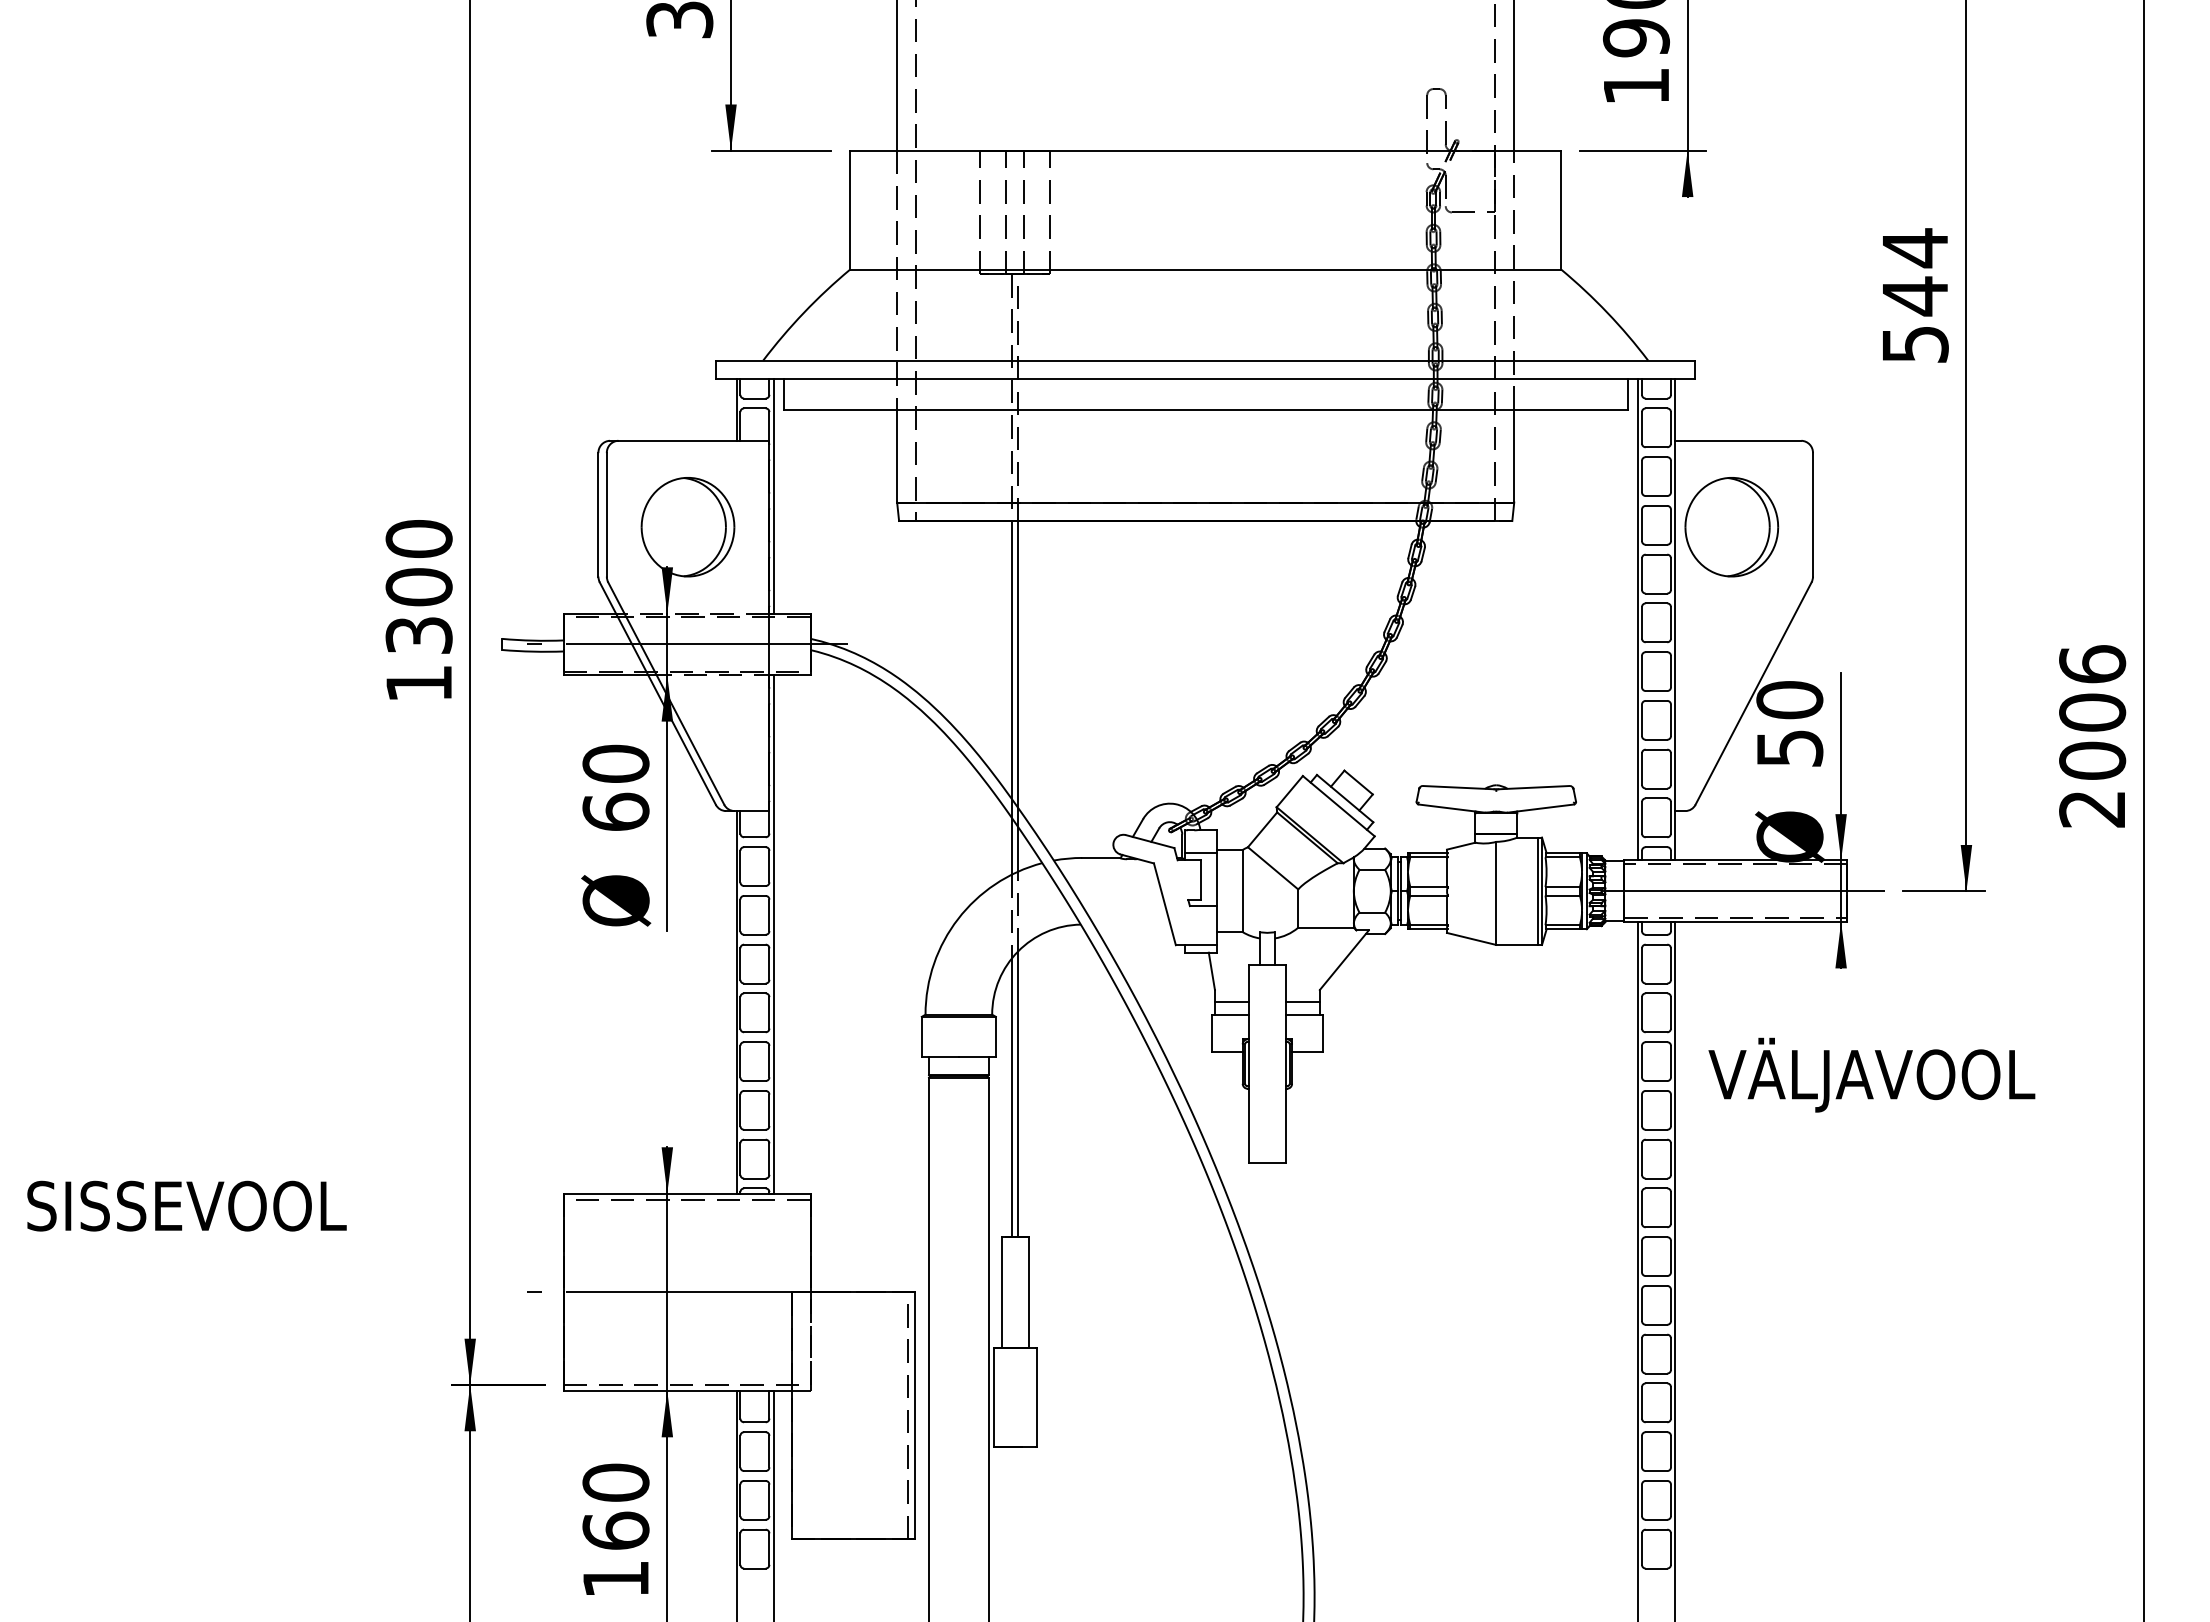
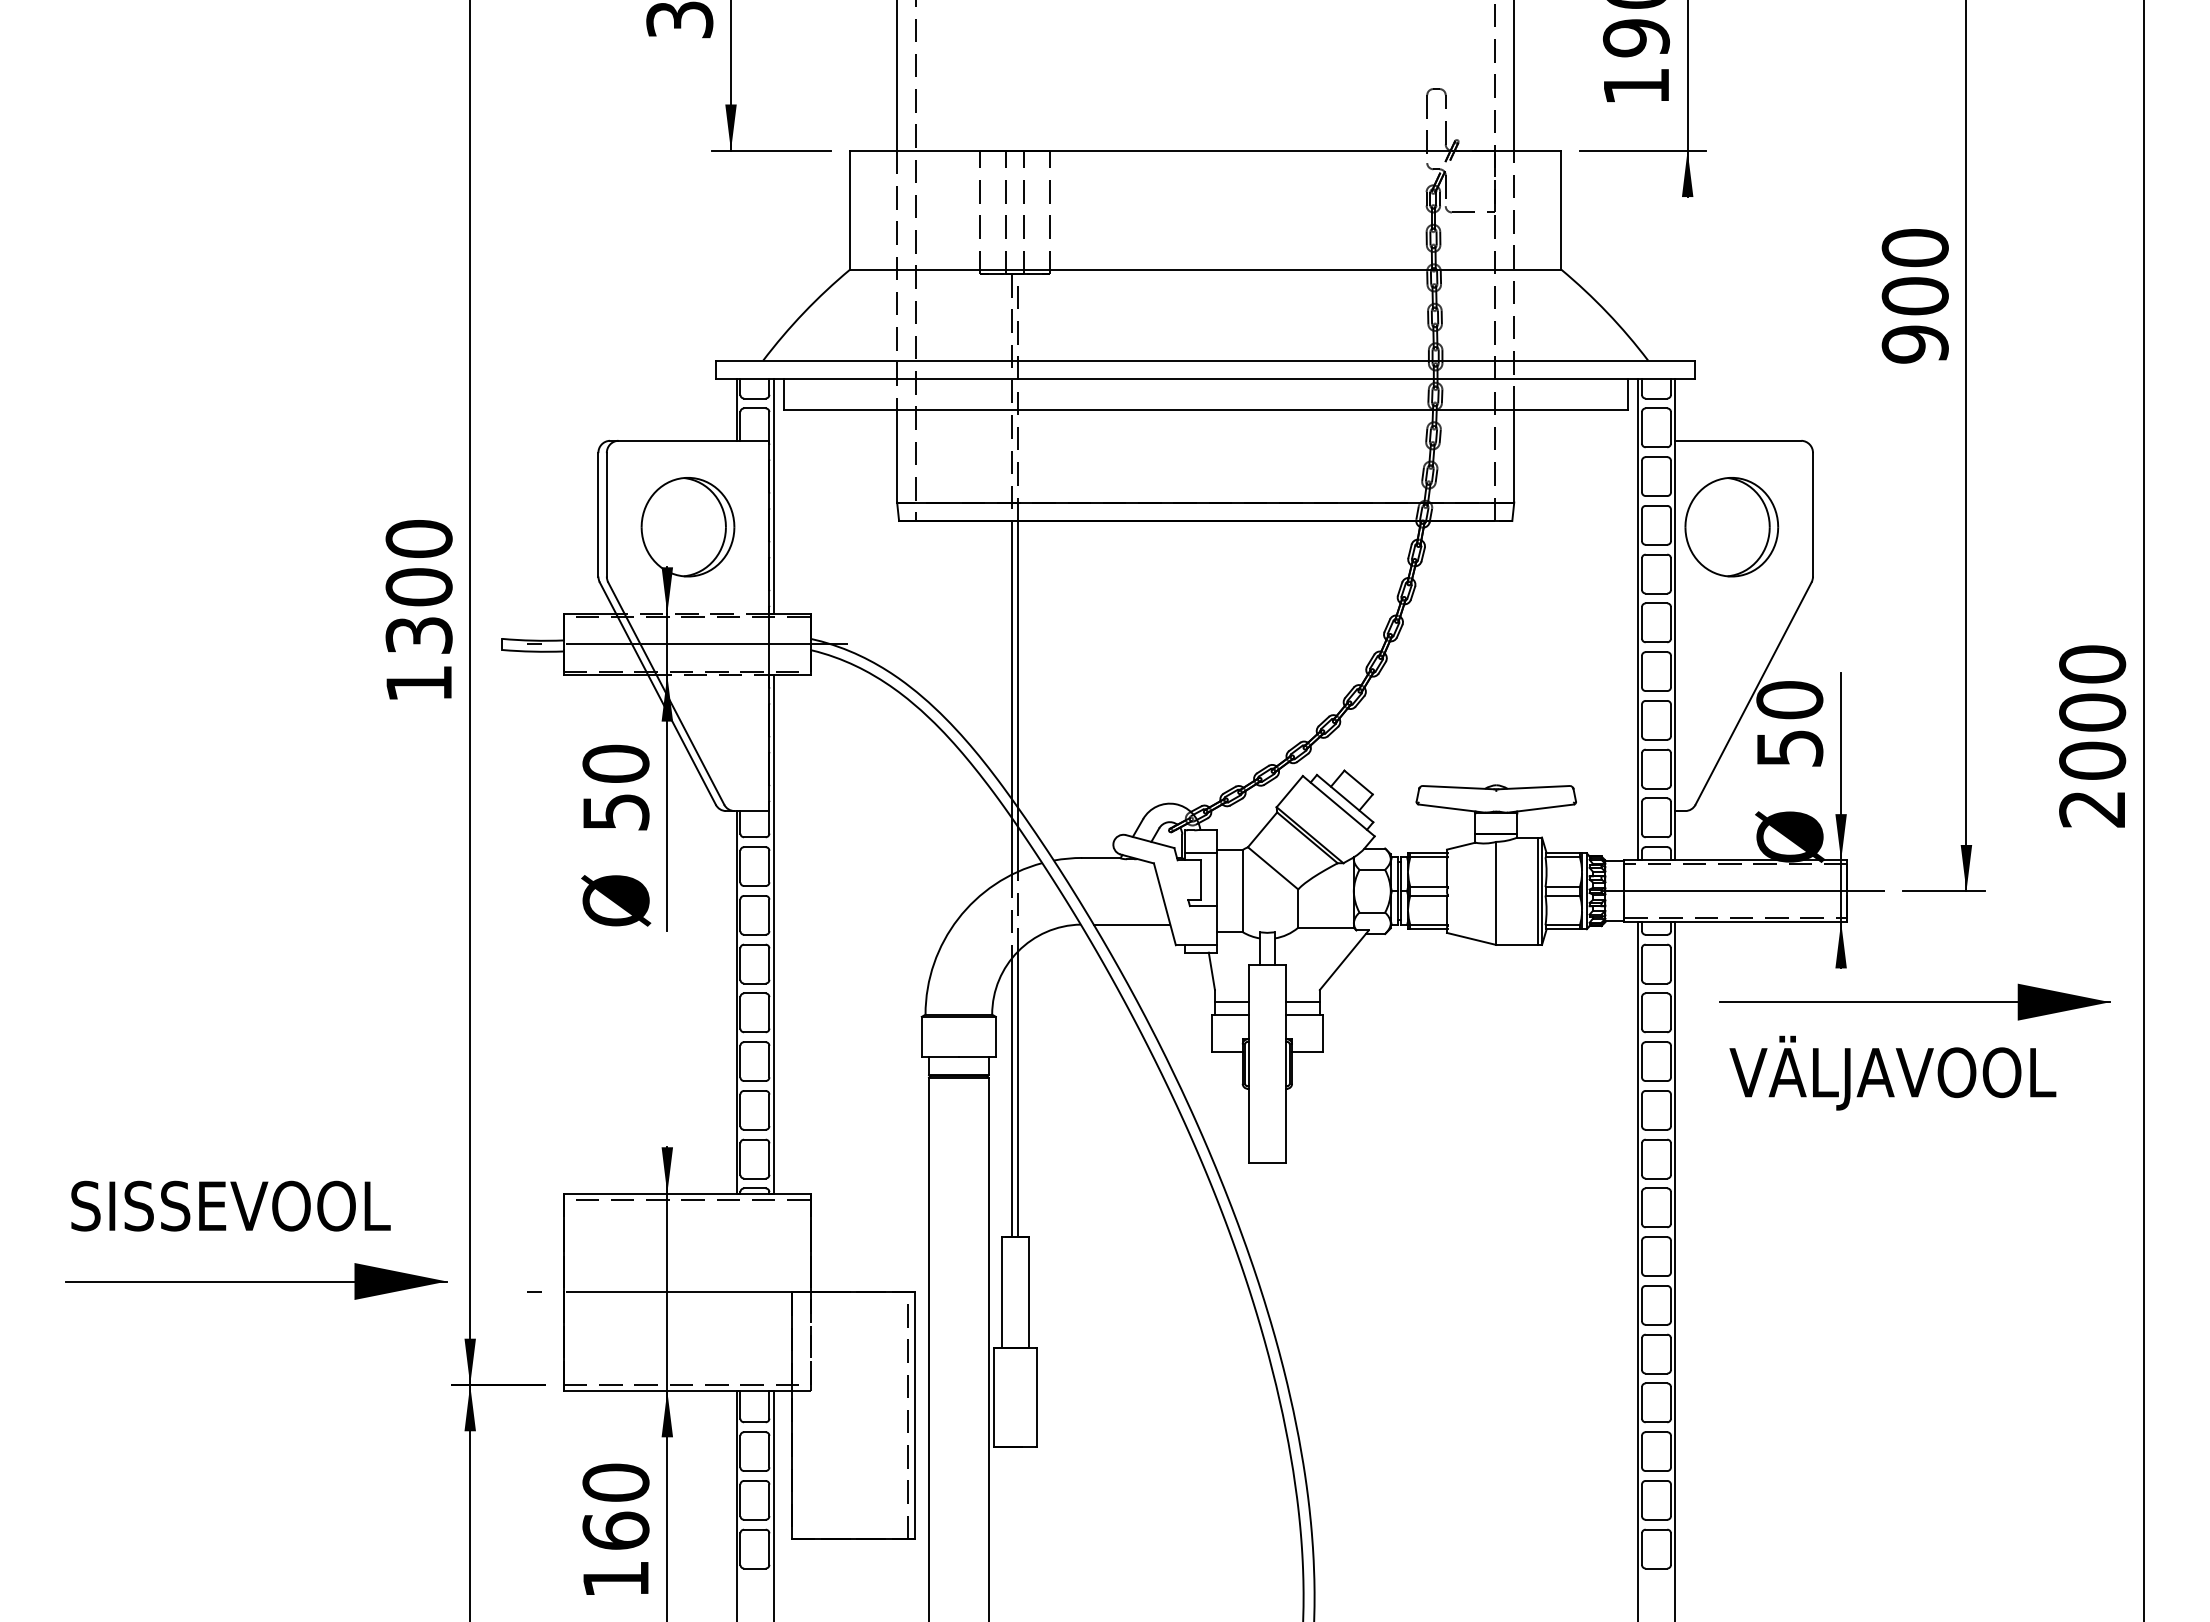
text at (1914, 295): 544 -> 900
text at (2092, 664): 2006 -> 2000
text at (615, 811): 60 -> 50
line at (1131, 924): none -> present
part at (1914, 1001): none -> present
text at (1871, 1074) position: (1871, 1074) -> (1892, 1072)
text at (186, 1205) position: (186, 1205) -> (230, 1205)
part at (256, 1281): none -> present
